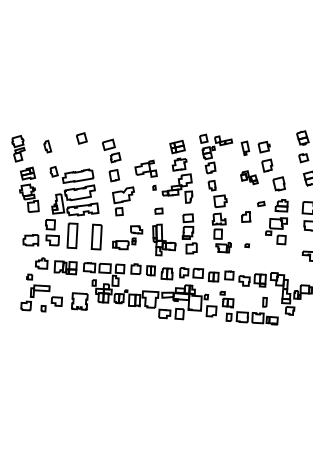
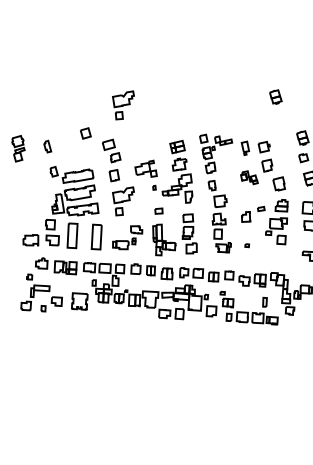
part at (275, 96): none -> present
part at (123, 105): none -> present
part at (81, 138) position: (81, 138) -> (85, 133)
part at (29, 189): present -> none
part at (261, 203) position: (261, 203) -> (261, 208)
